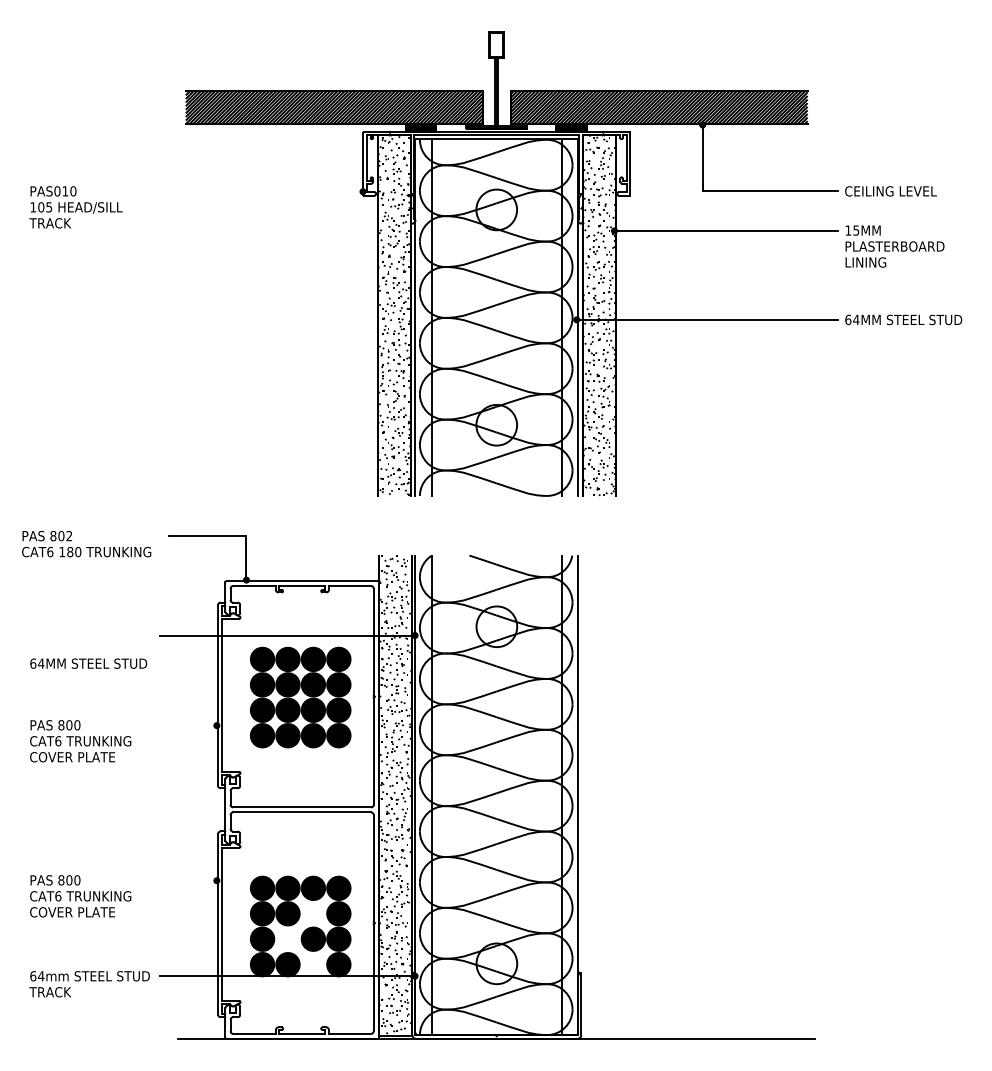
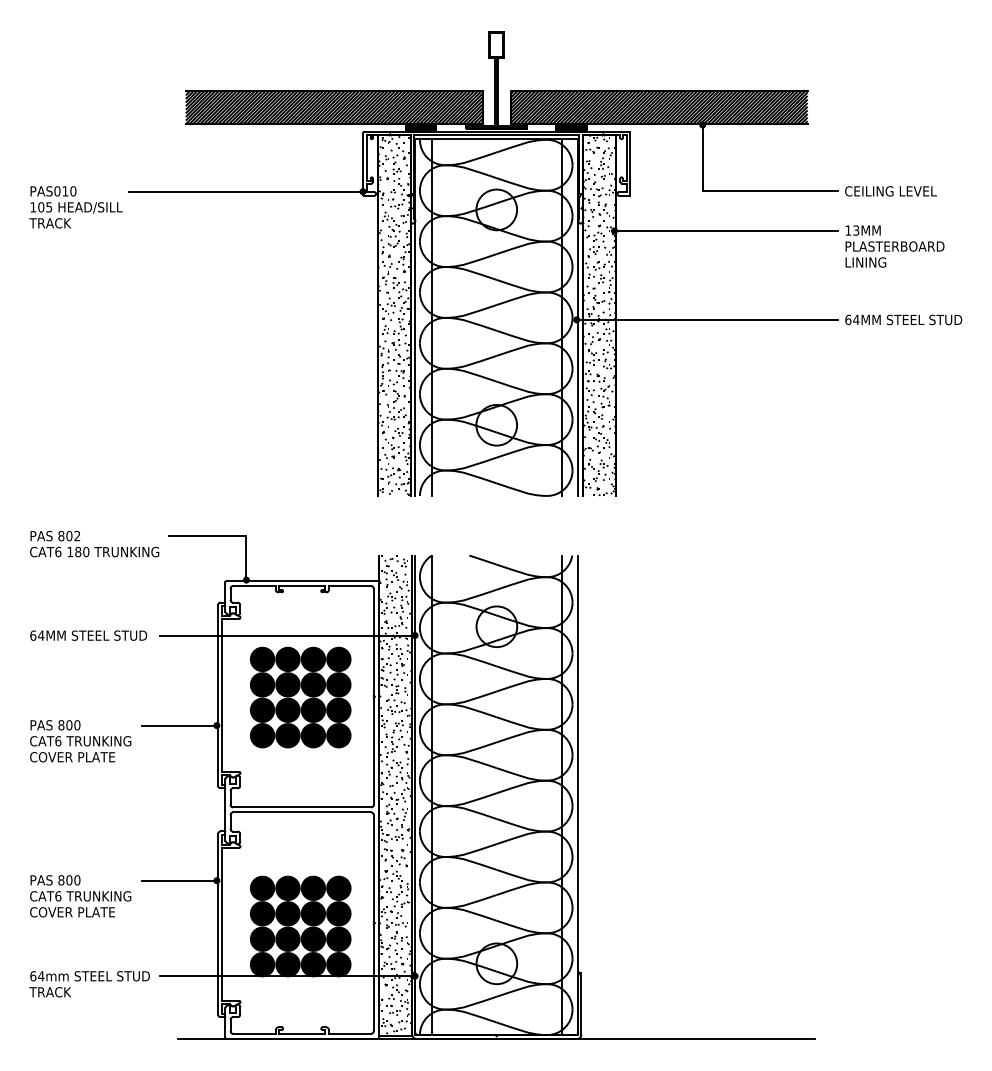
line at (245, 191): none -> present
text at (856, 229): 15MM -> 13MM
text at (86, 543) position: (86, 543) -> (94, 543)
text at (88, 663) position: (88, 663) -> (88, 635)
line at (178, 725): none -> present
line at (178, 880): none -> present
fill at (313, 913): none -> present
fill at (287, 938): none -> present
fill at (313, 964): none -> present
